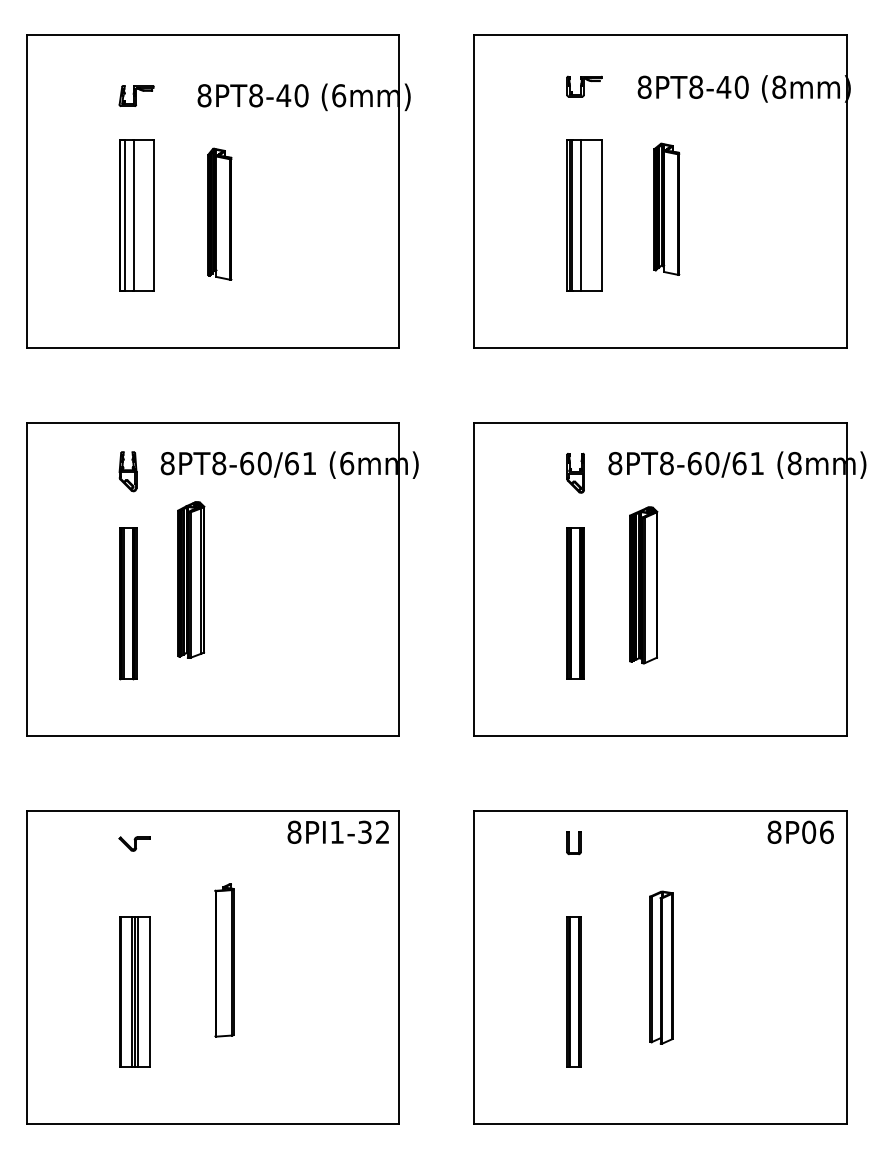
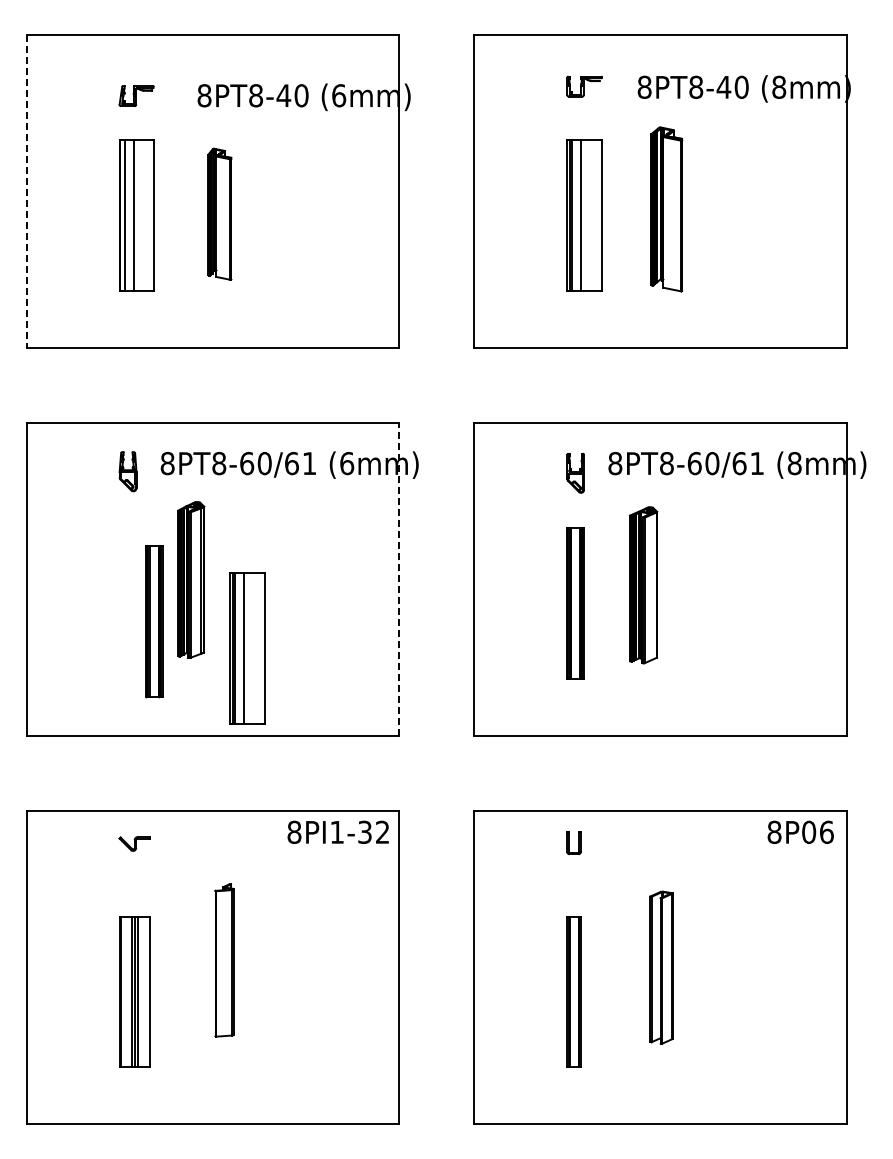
line at (26, 191): solid -> dashed
part at (666, 208) size: 28x134 px -> 34x167 px
line at (398, 578): solid -> dashed
part at (128, 603) position: (128, 603) -> (154, 621)
part at (247, 648): none -> present
